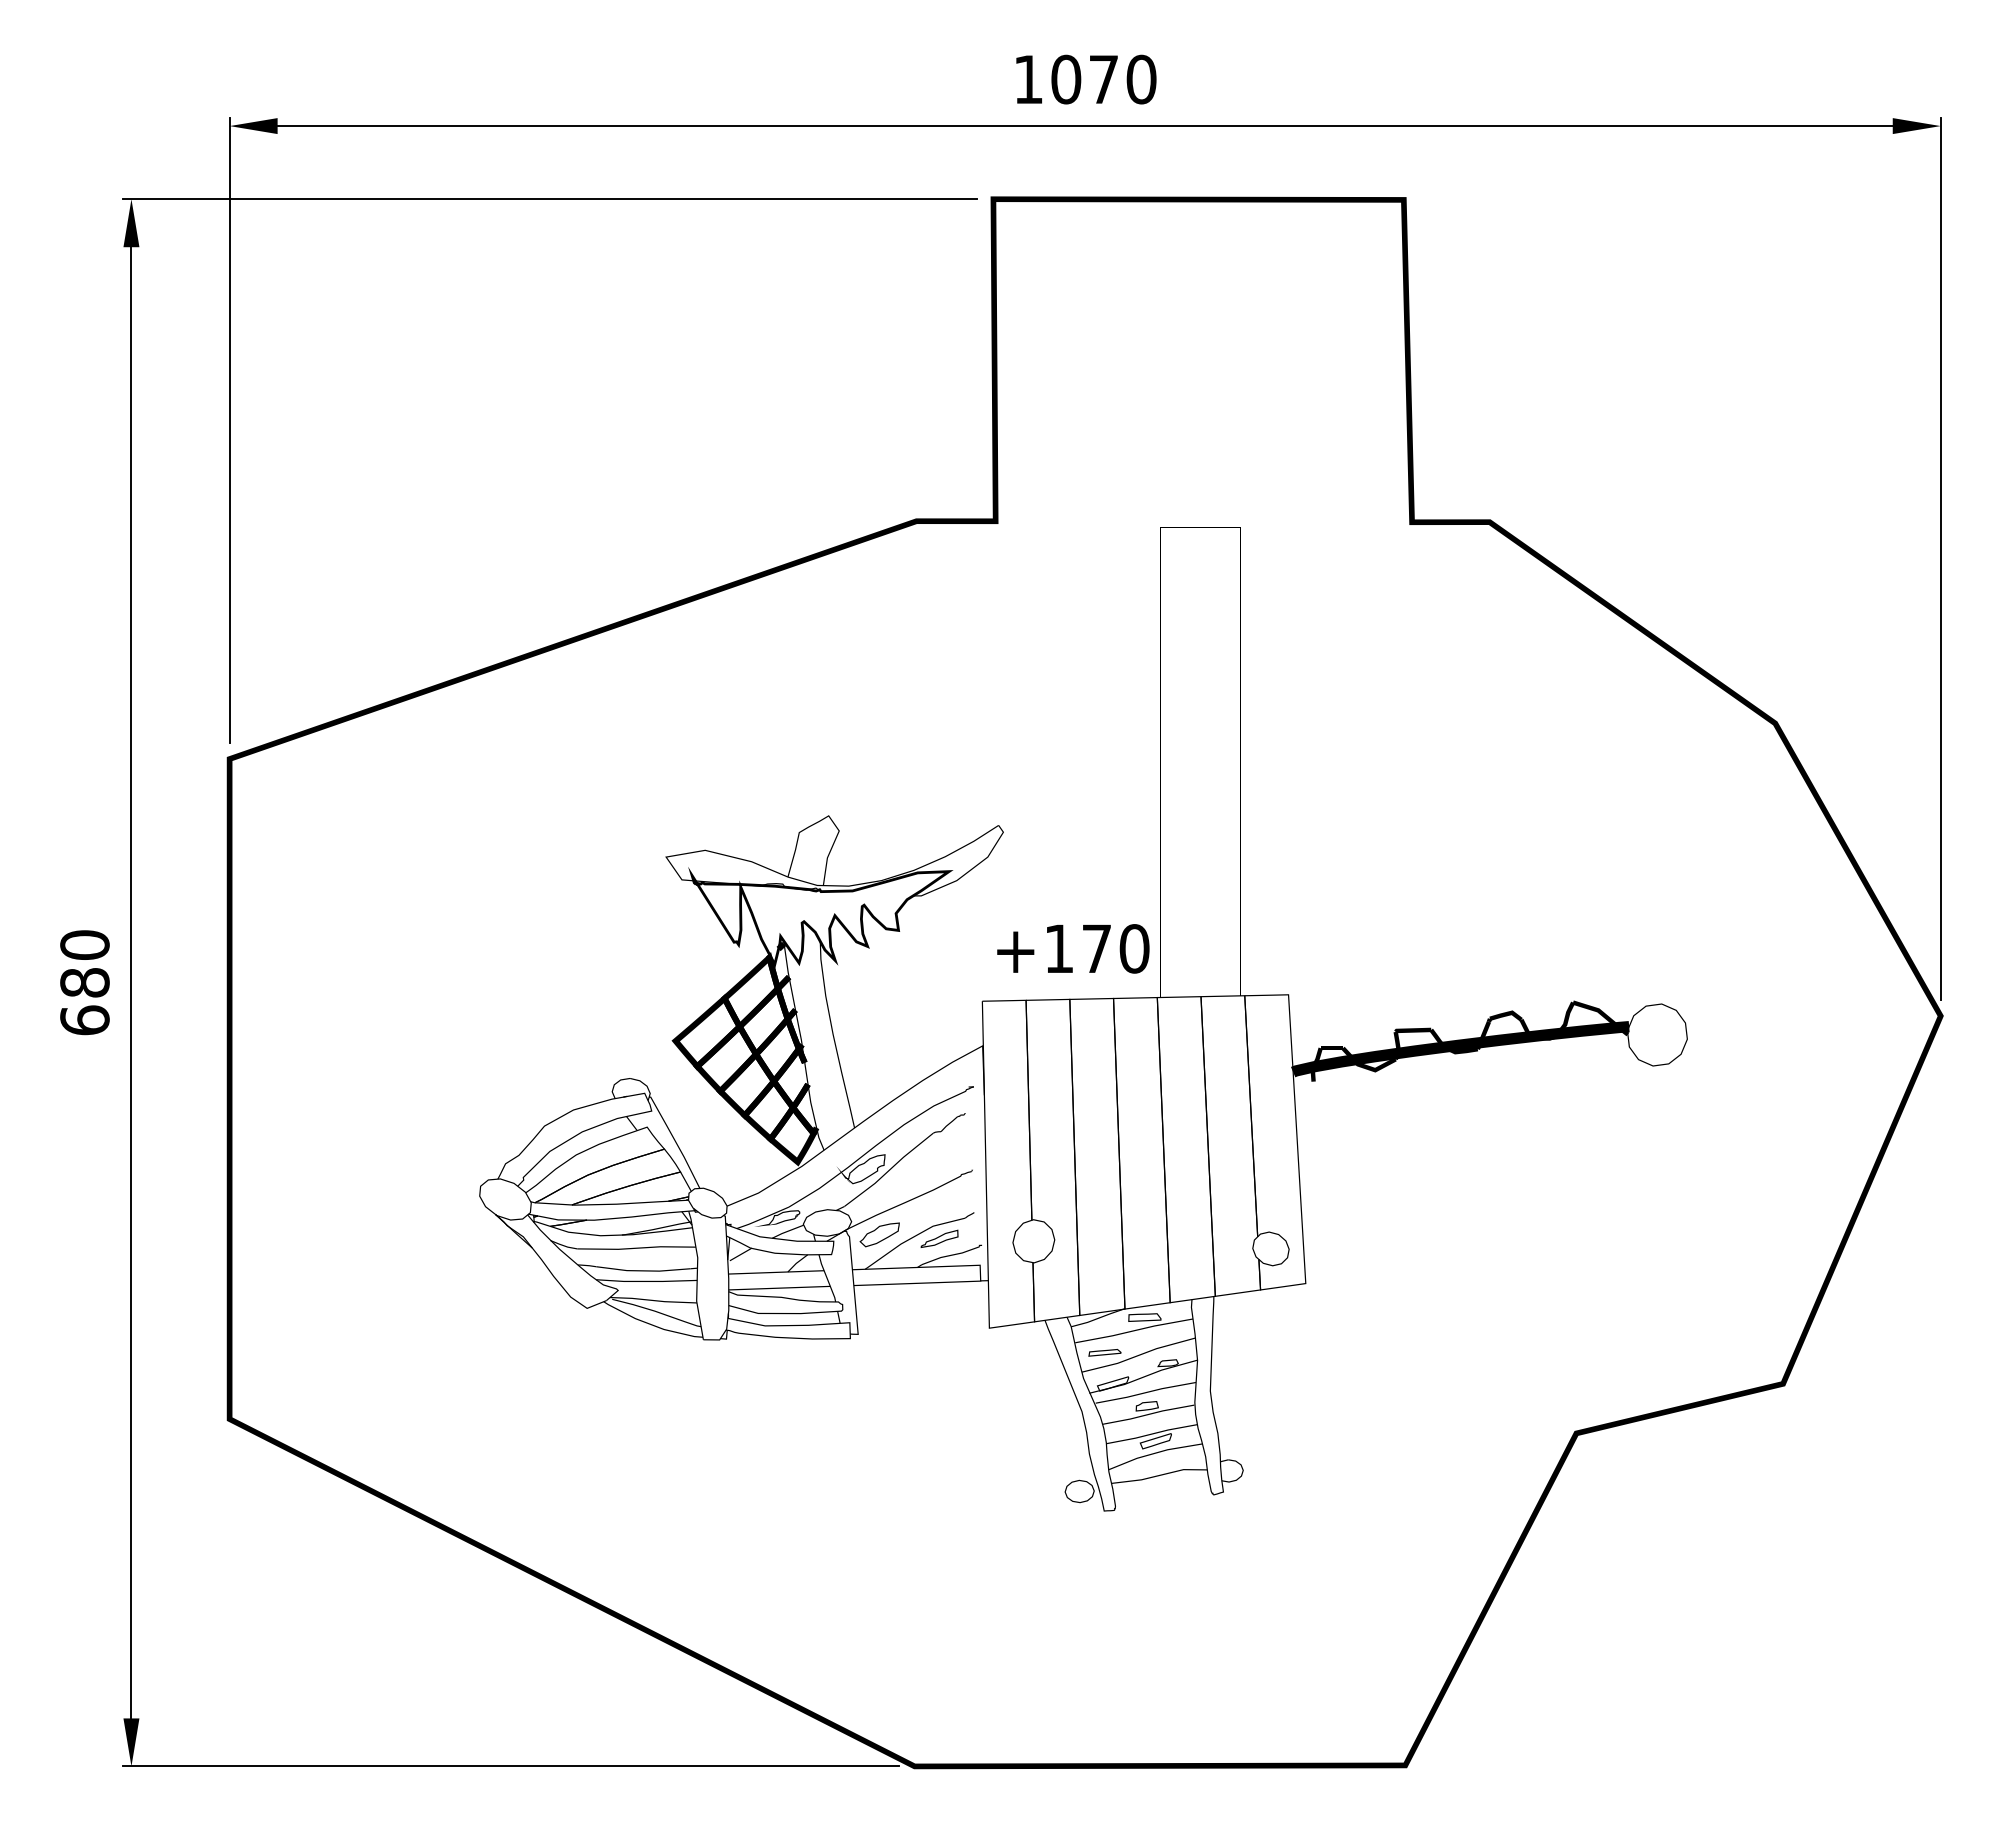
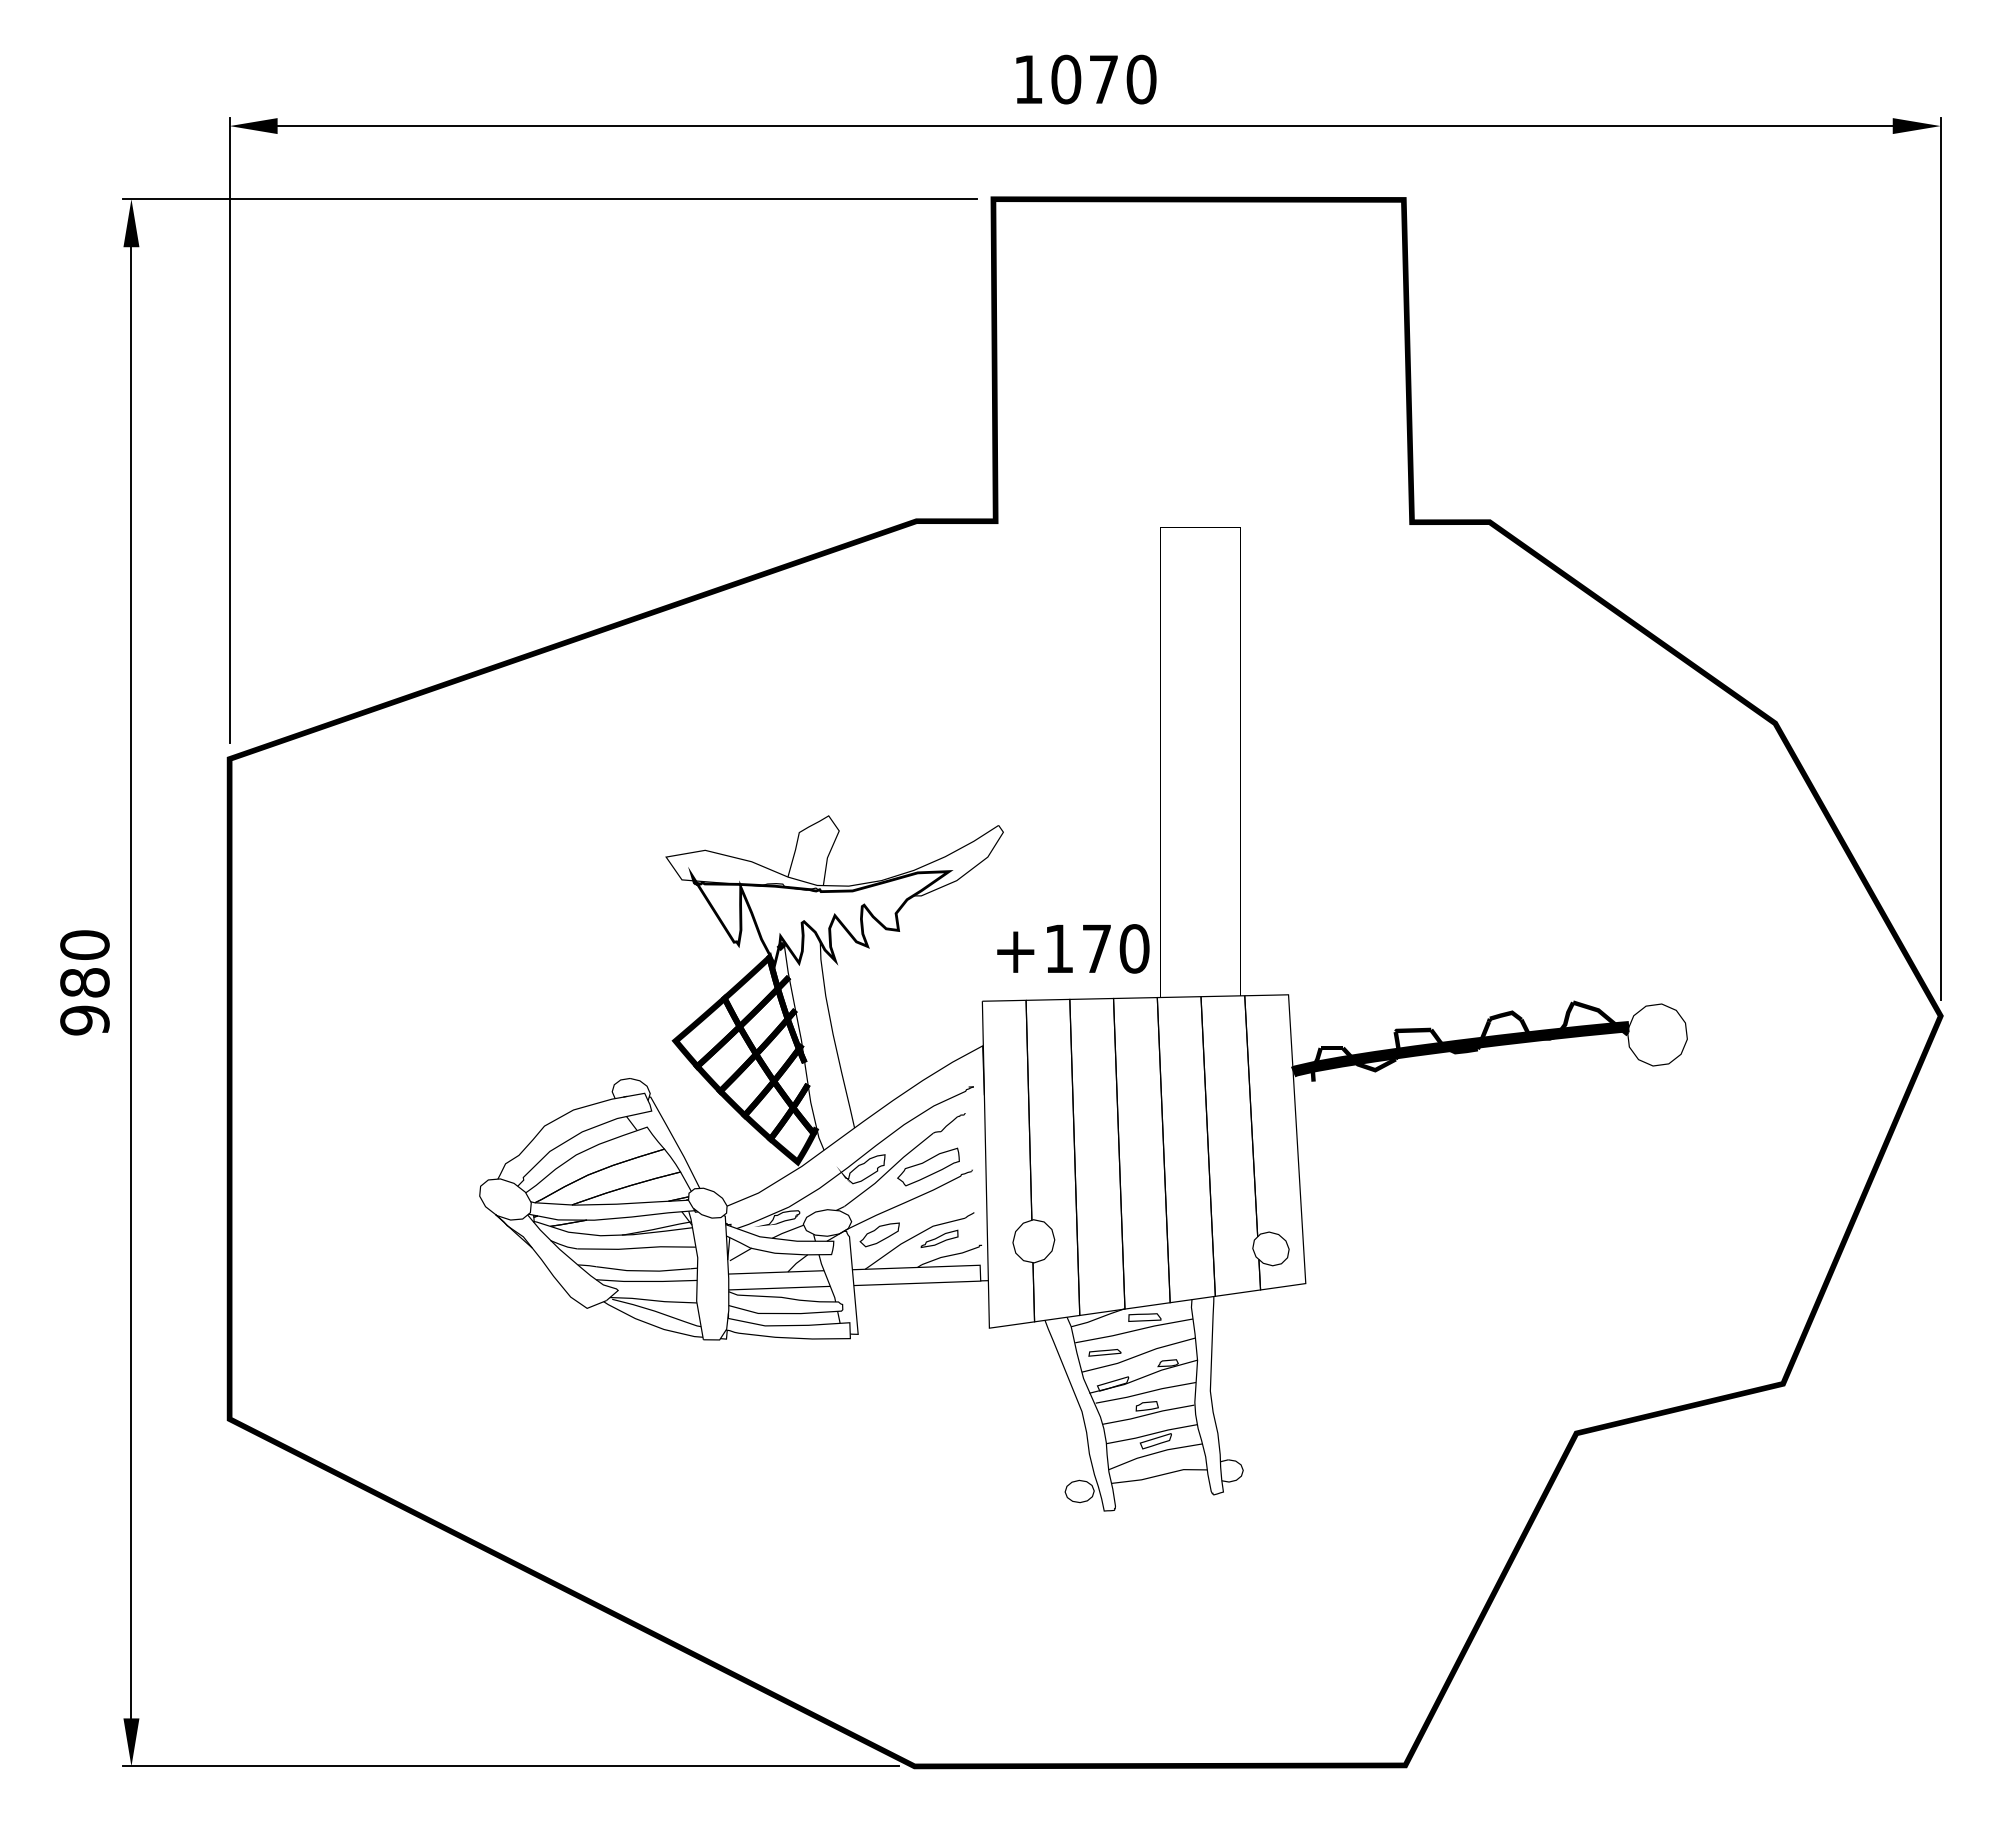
text at (84, 1020): 680 -> 980
part at (928, 1166): none -> present
